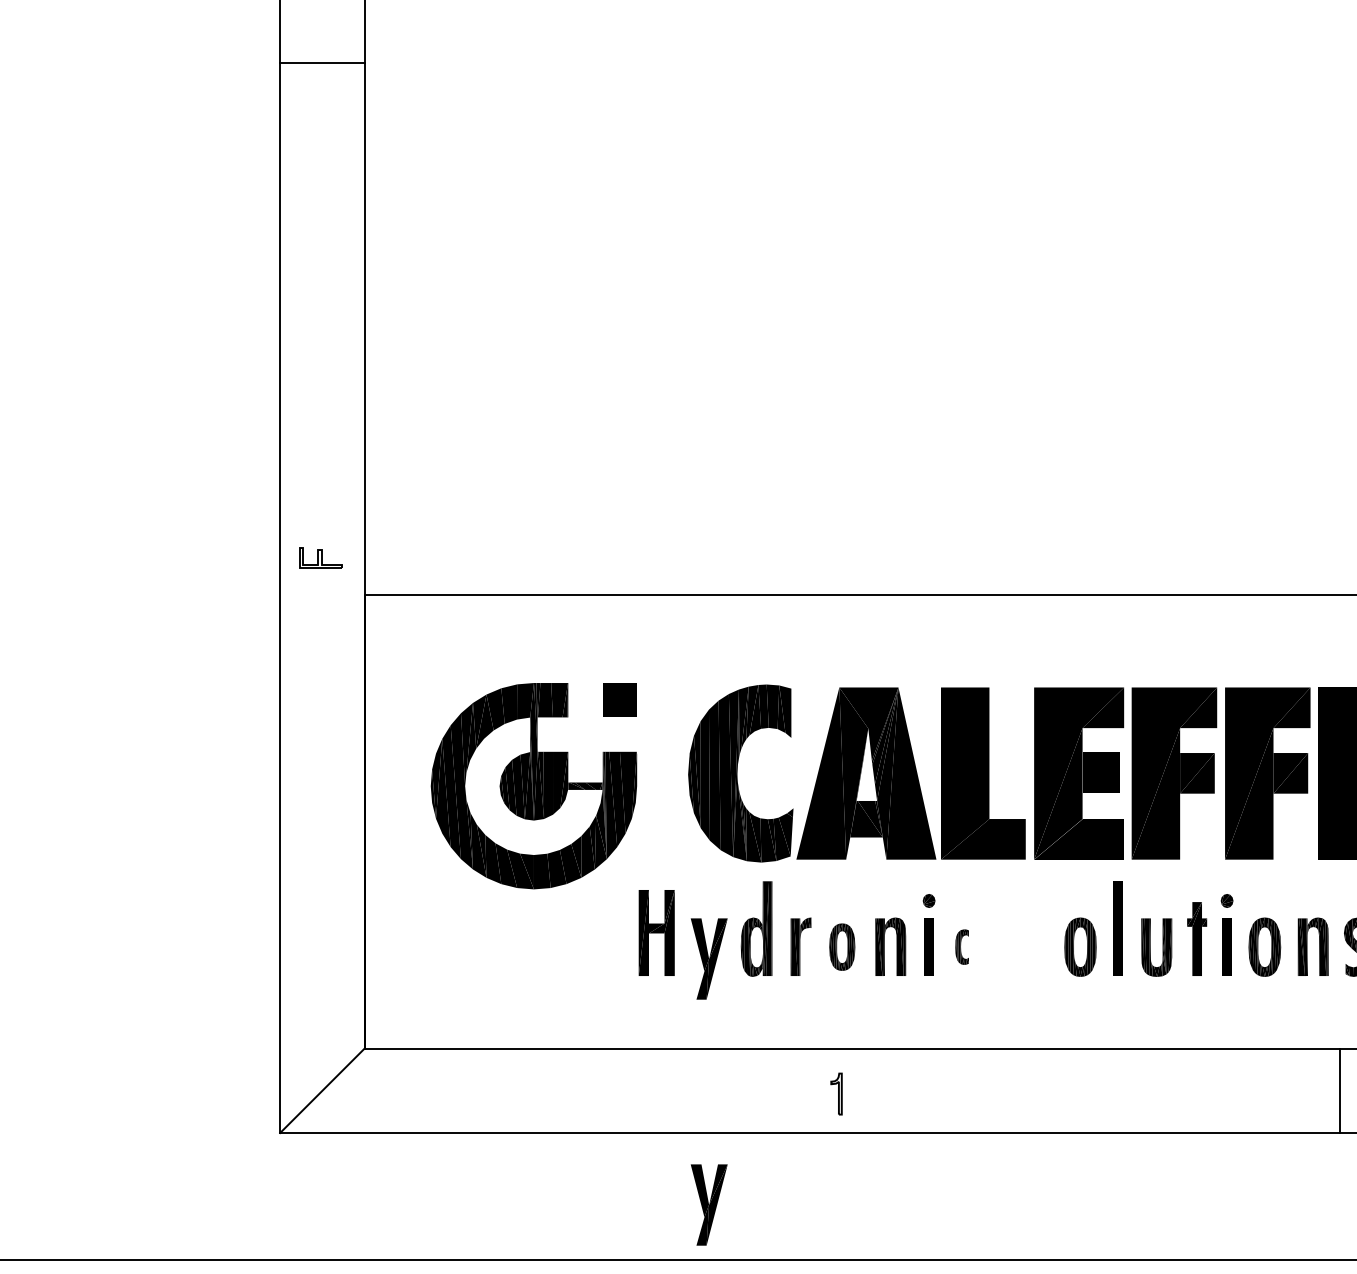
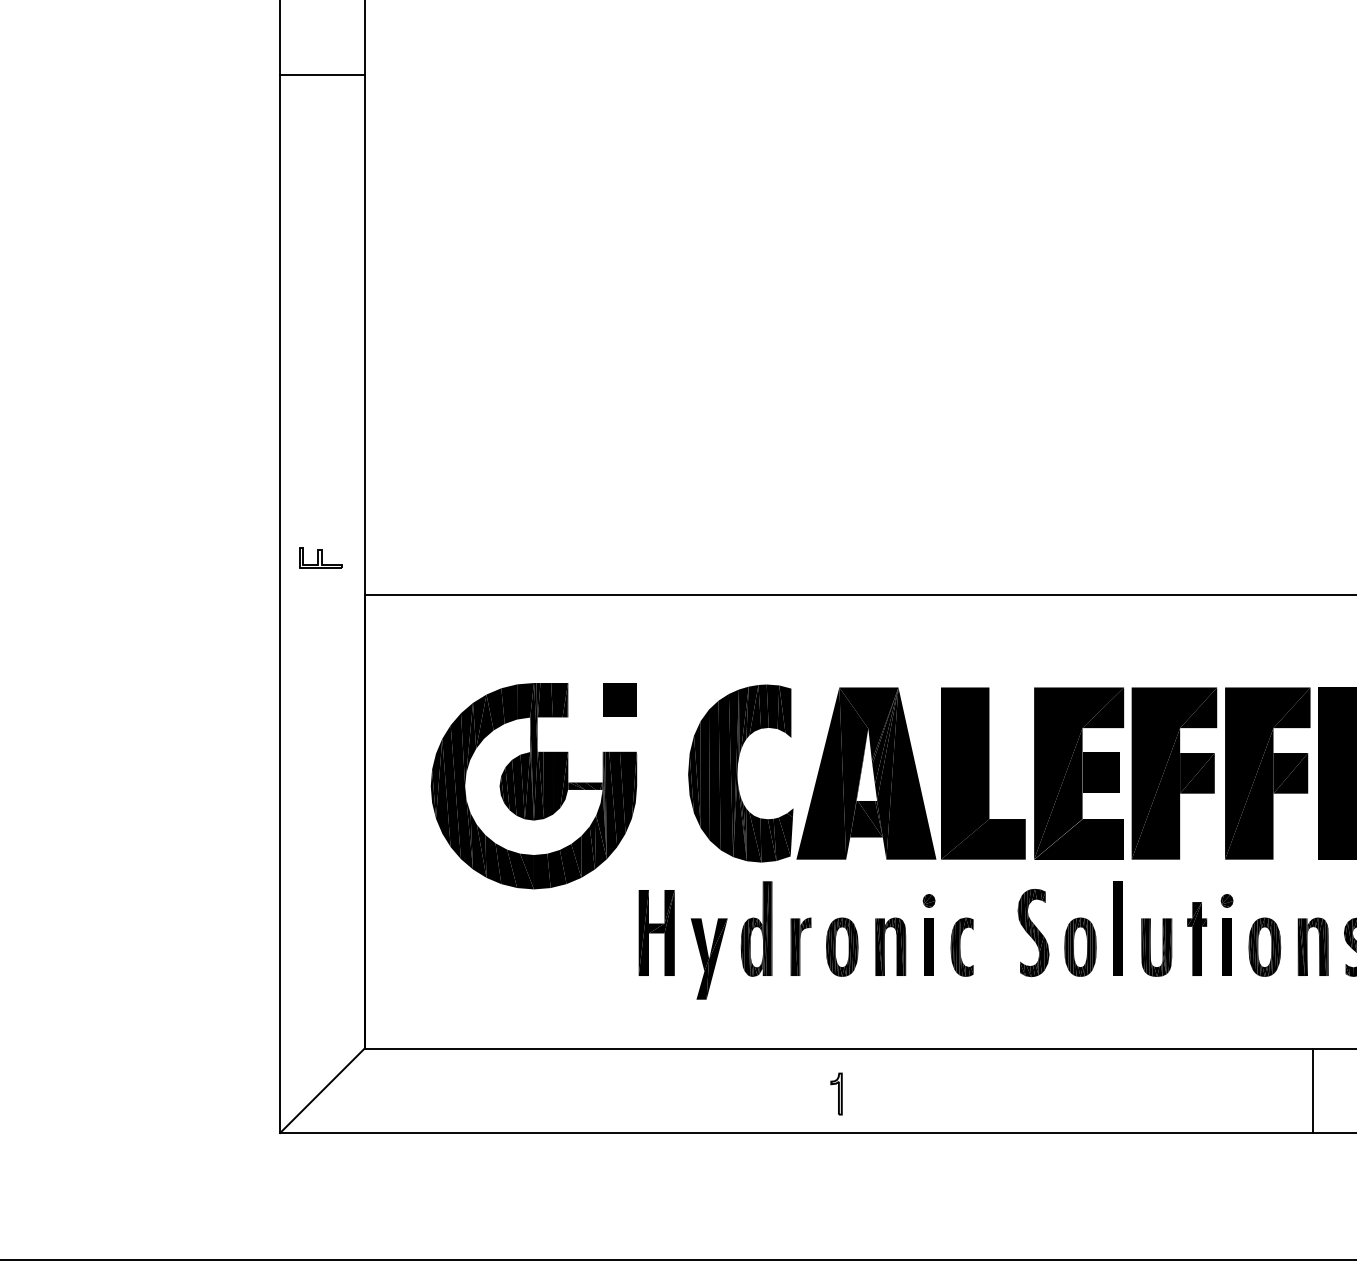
line at (322, 63) position: (322, 63) -> (322, 75)
part at (1033, 932): none -> present
part at (842, 946) size: 27x48 px -> 33x60 px
part at (961, 946) size: 14x36 px -> 24x60 px
line at (1340, 1090) position: (1340, 1090) -> (1313, 1090)
part at (708, 1204): present -> none
